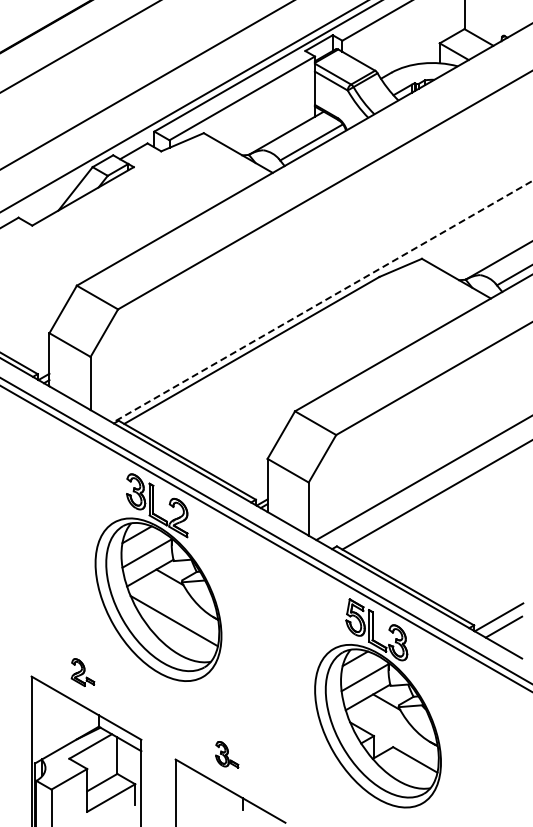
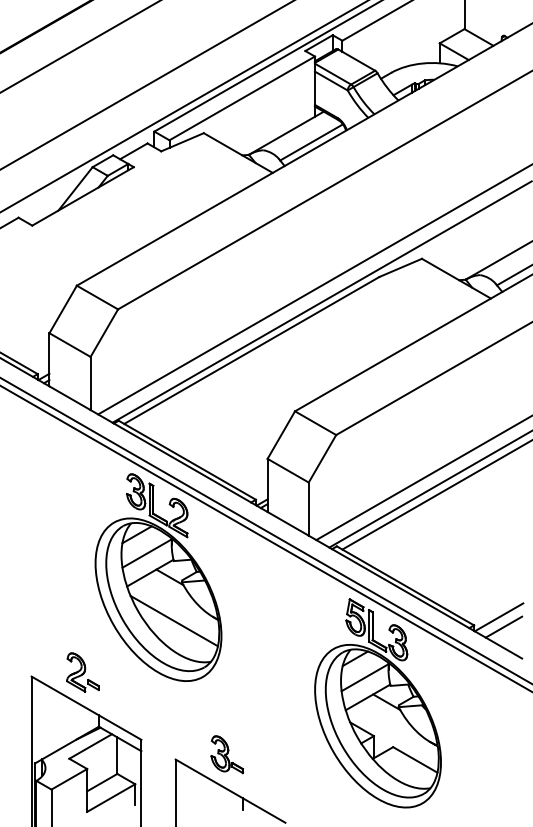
line at (313, 290): none -> present
line at (322, 302): dashed -> solid
line at (429, 489): none -> present
part at (82, 672) size: 26x29 px -> 34x41 px
part at (227, 754) size: 25x28 px -> 34x40 px
